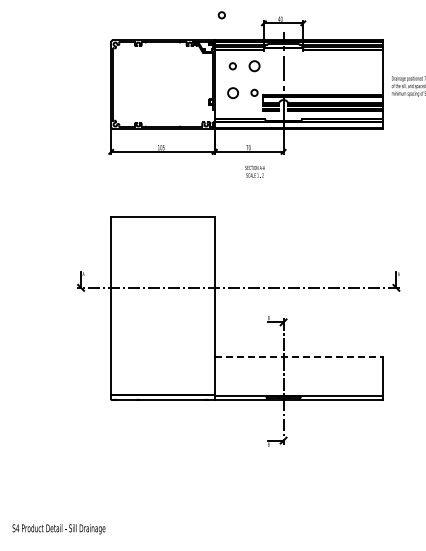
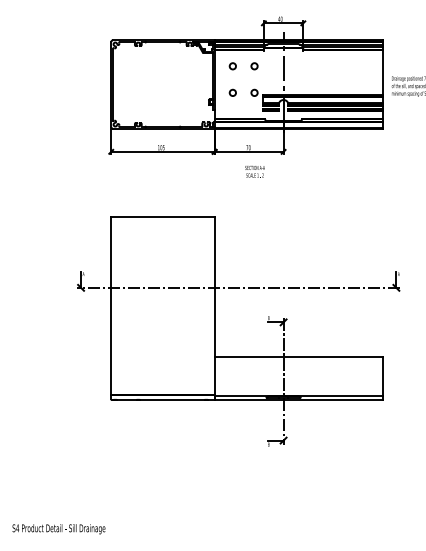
circle at (221, 15): present -> none
circle at (254, 66) size: 13x13 px -> 9x9 px
circle at (232, 93) size: 12x13 px -> 9x9 px
line at (299, 356): dashed -> solid
